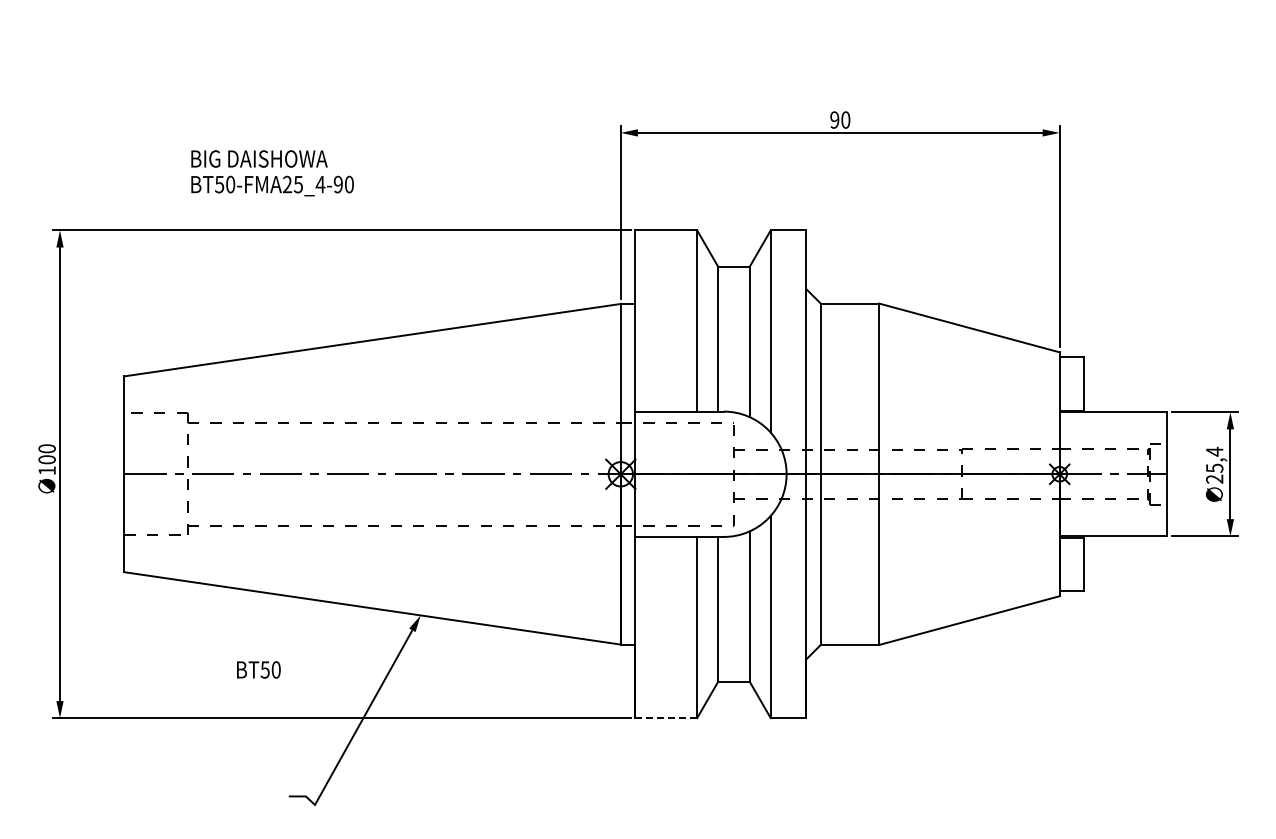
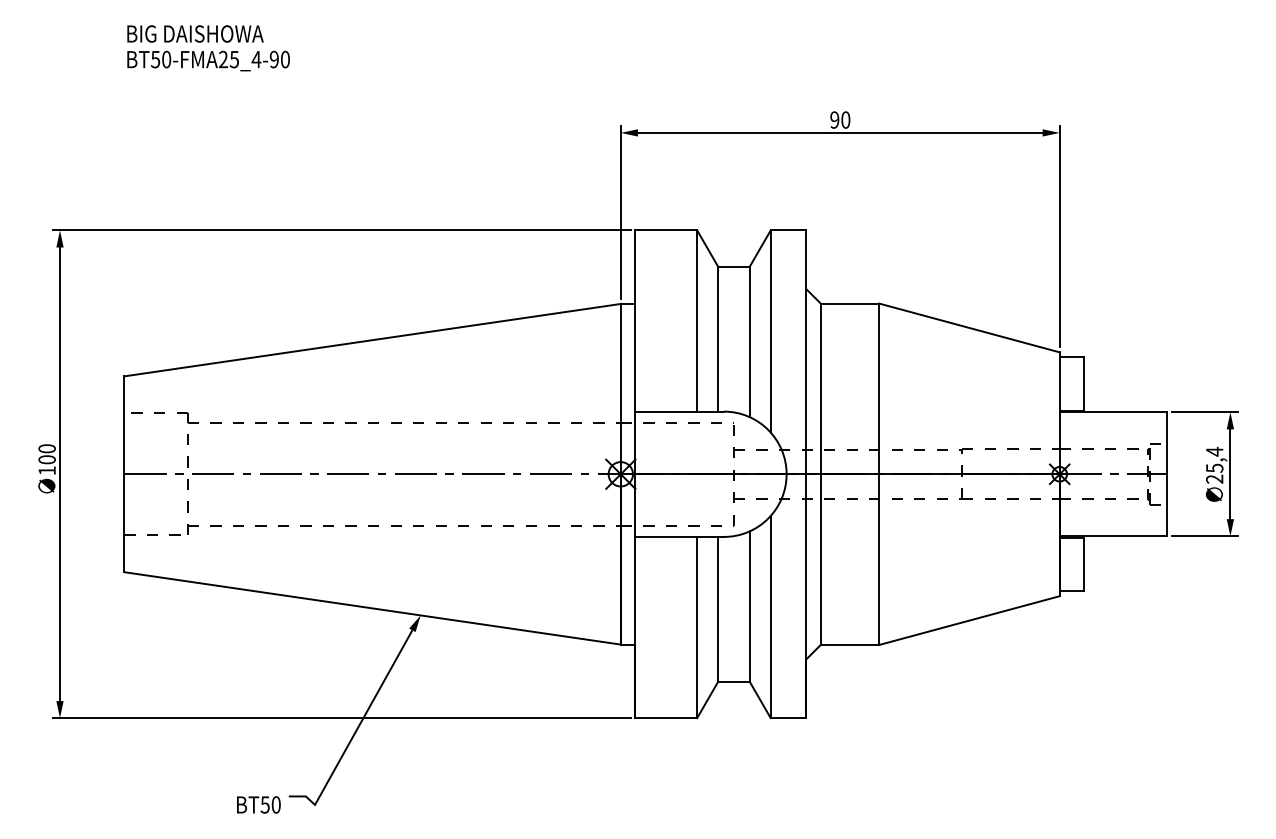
text at (272, 173) position: (272, 173) -> (208, 48)
text at (258, 669) position: (258, 669) -> (258, 804)
line at (666, 718): dashed -> solid
